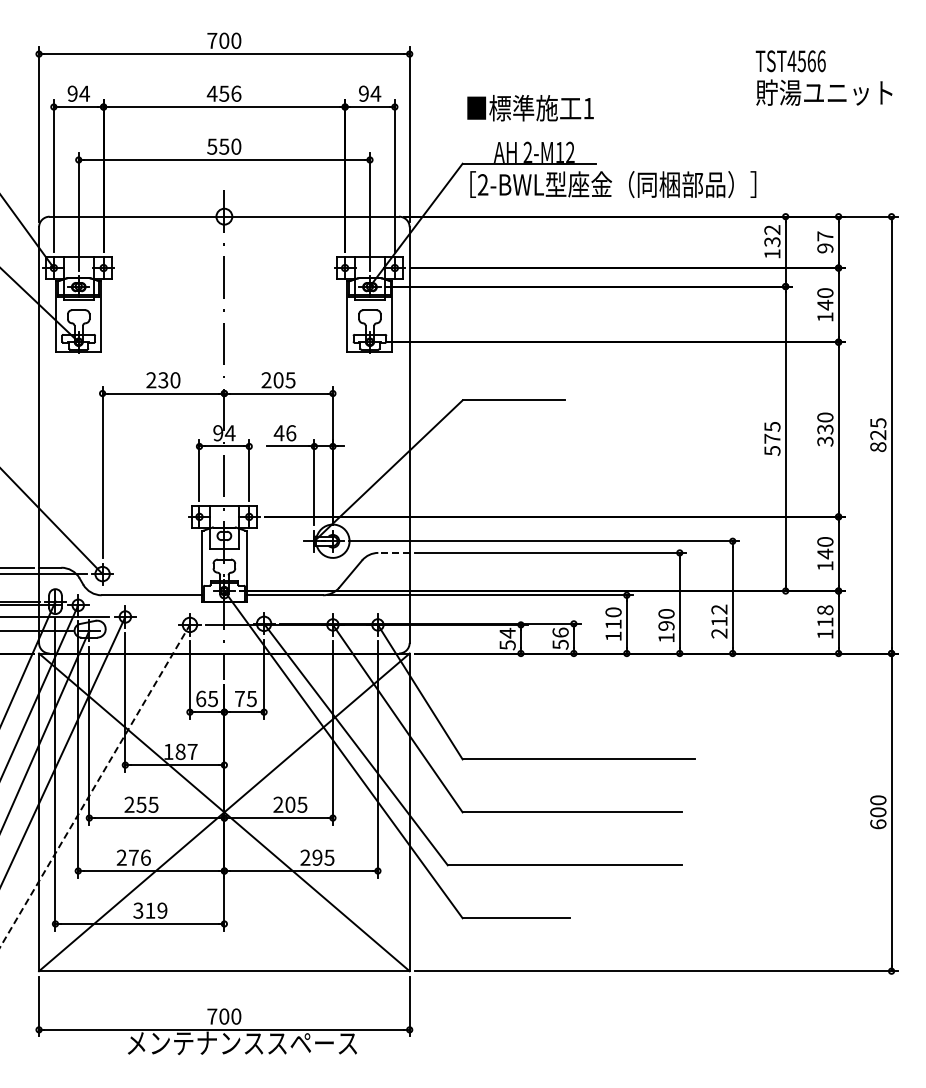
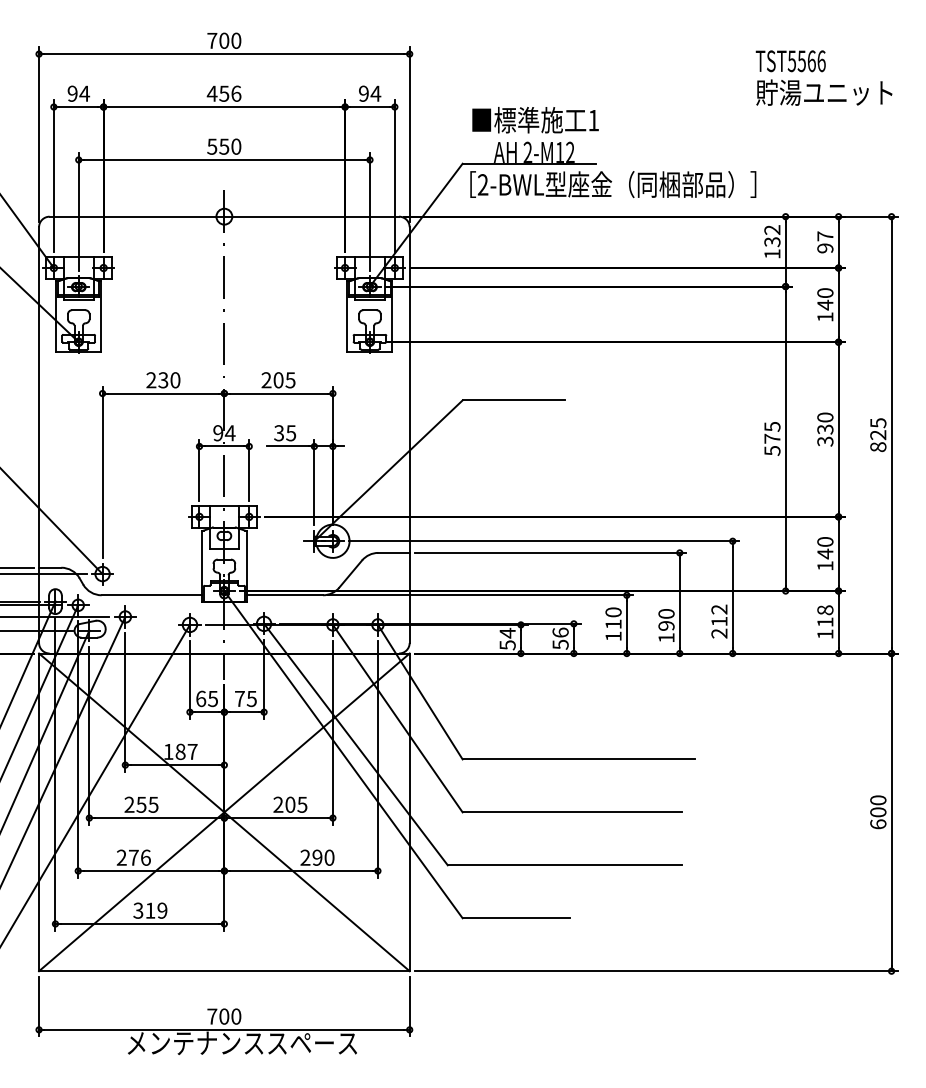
text at (791, 61): TST4566 -> TST5566
text at (530, 108) position: (530, 108) -> (535, 120)
text at (284, 433): 46 -> 35
line at (394, 552): dashed -> solid
line at (95, 786): dashed -> solid
text at (329, 857): 295 -> 290
